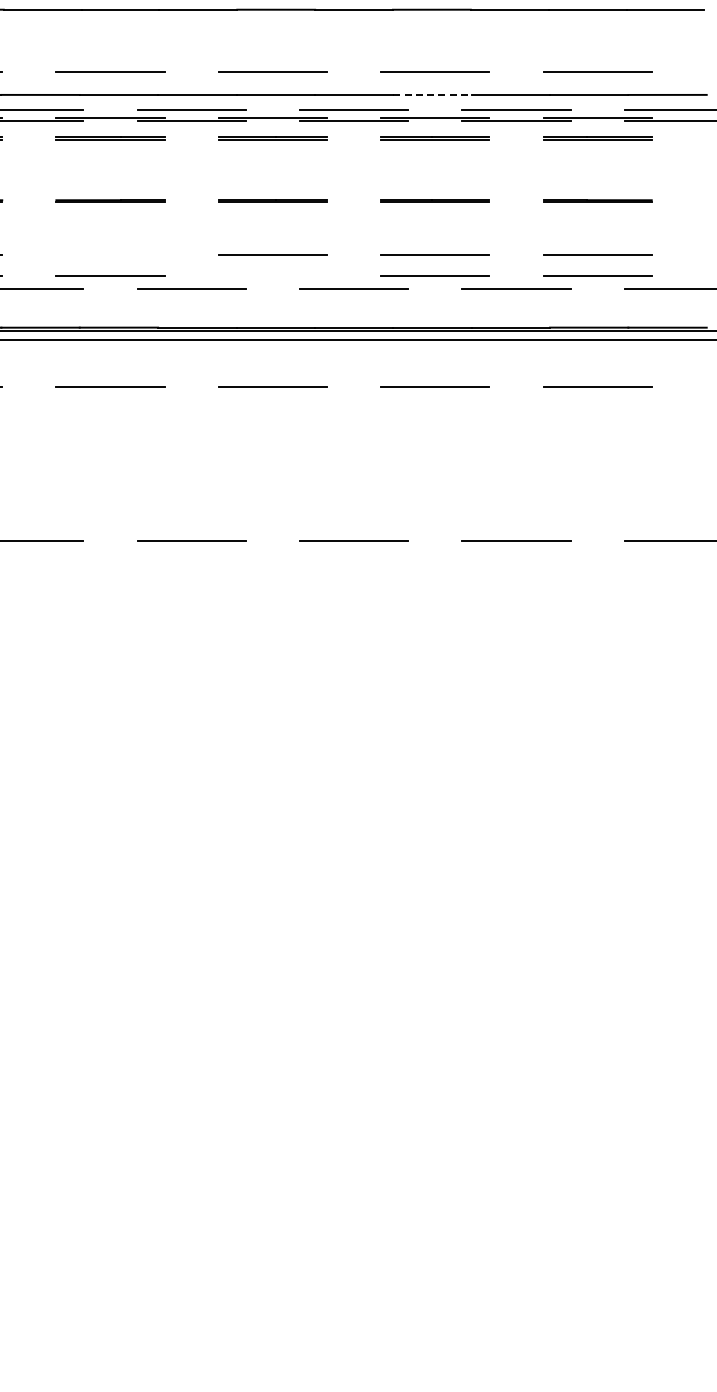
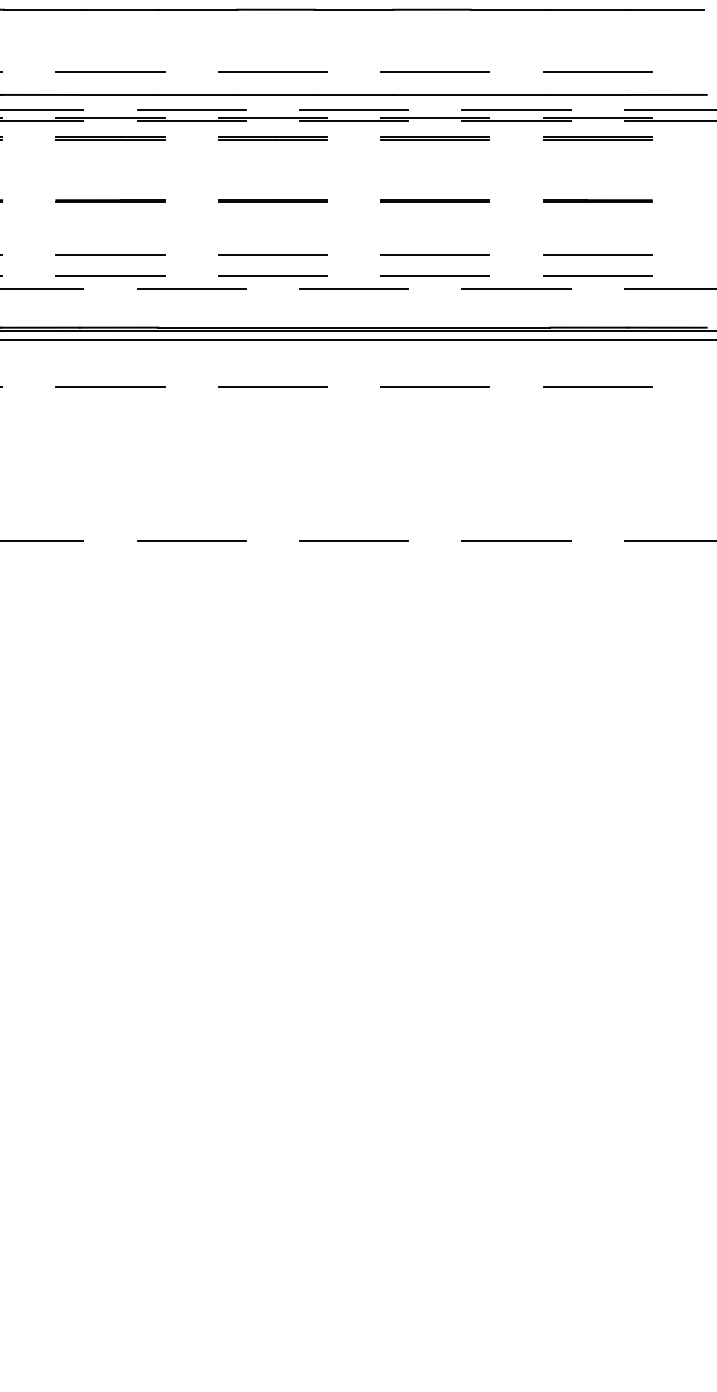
line at (432, 94): dashed -> solid
line at (110, 255): none -> present
line at (272, 276): none -> present
